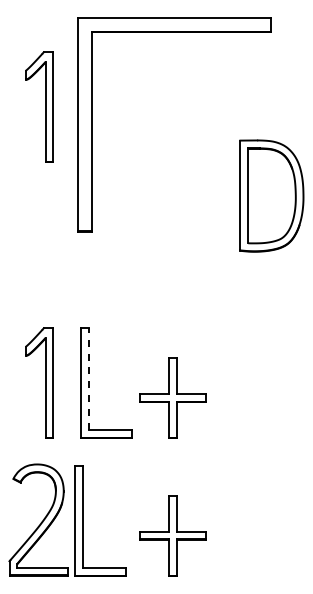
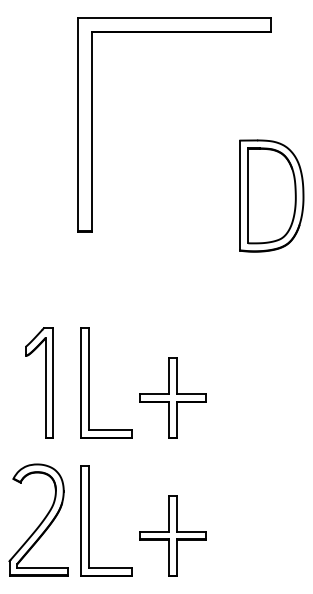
part at (39, 106): present -> none
line at (88, 378): dashed -> solid
part at (83, 520) position: (83, 520) -> (89, 520)
